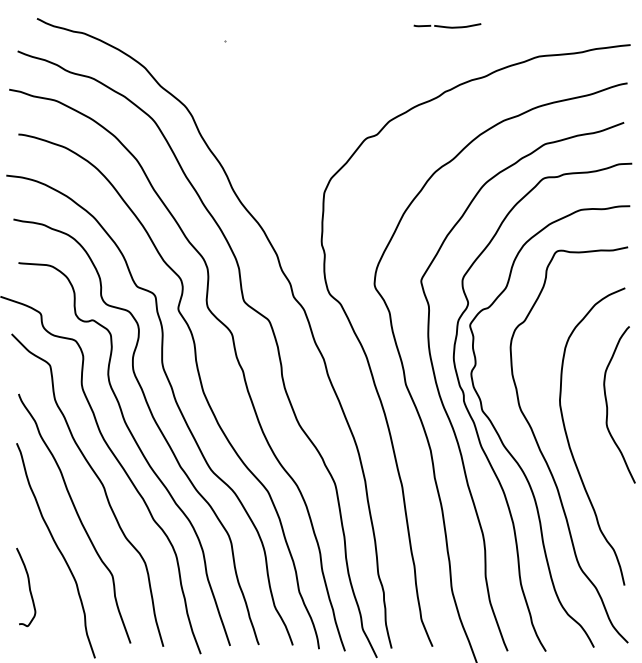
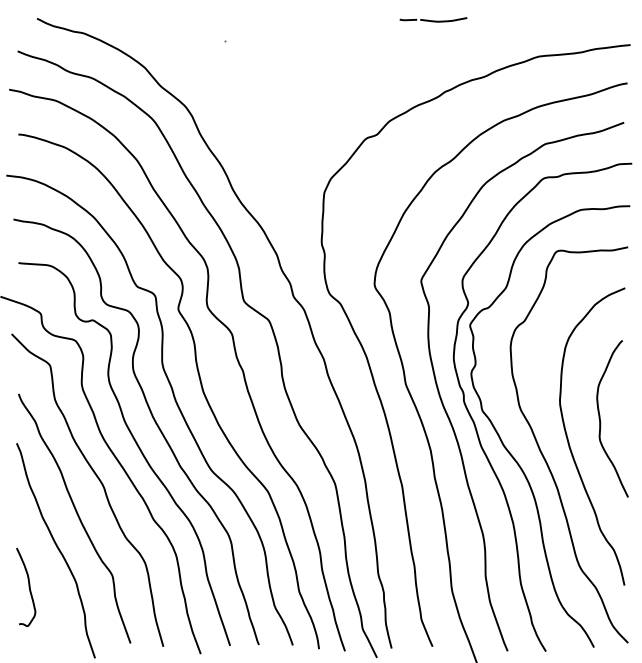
part at (447, 25) position: (447, 25) -> (433, 19)
curve at (608, 408) position: (608, 408) -> (601, 422)
